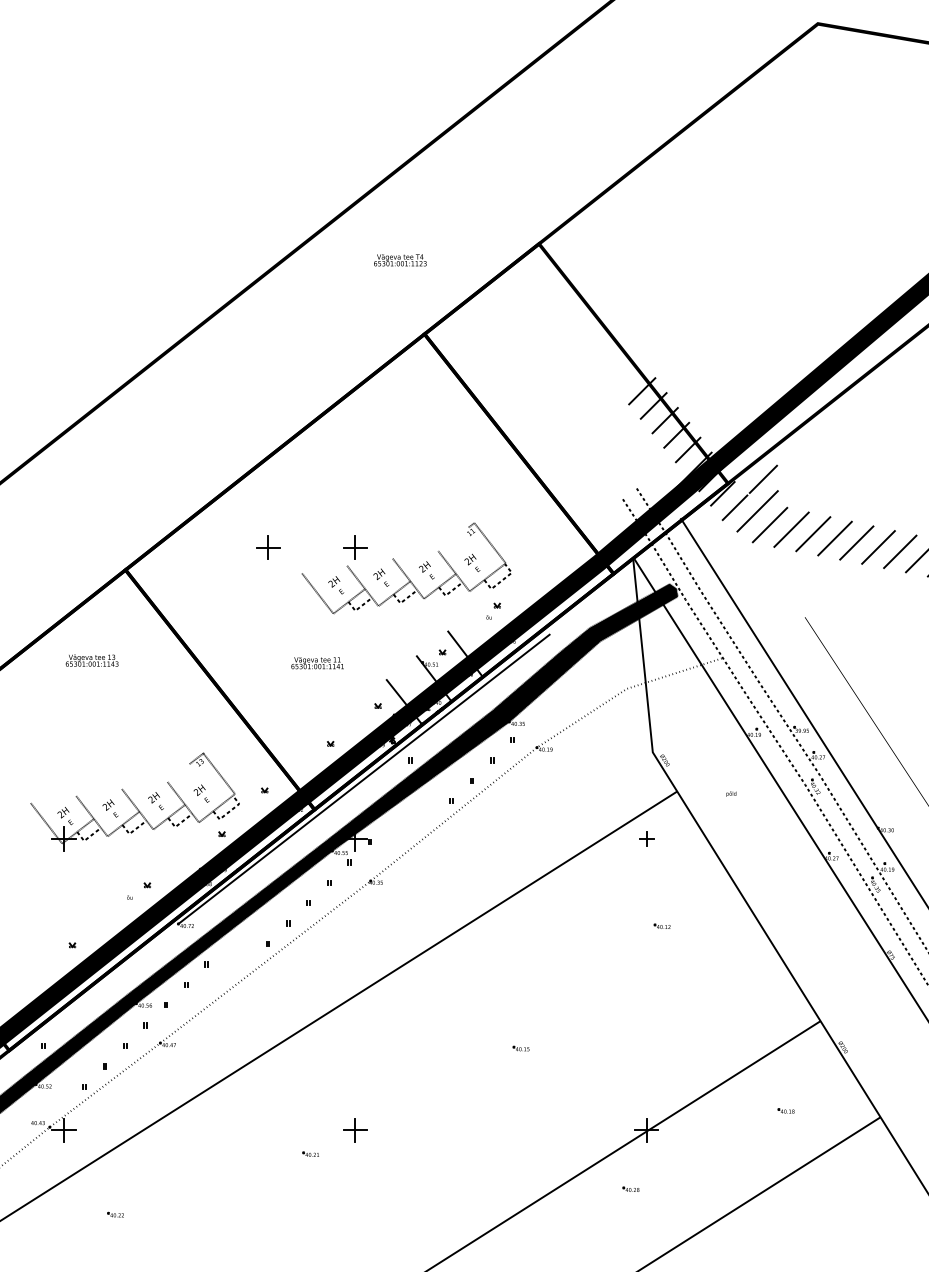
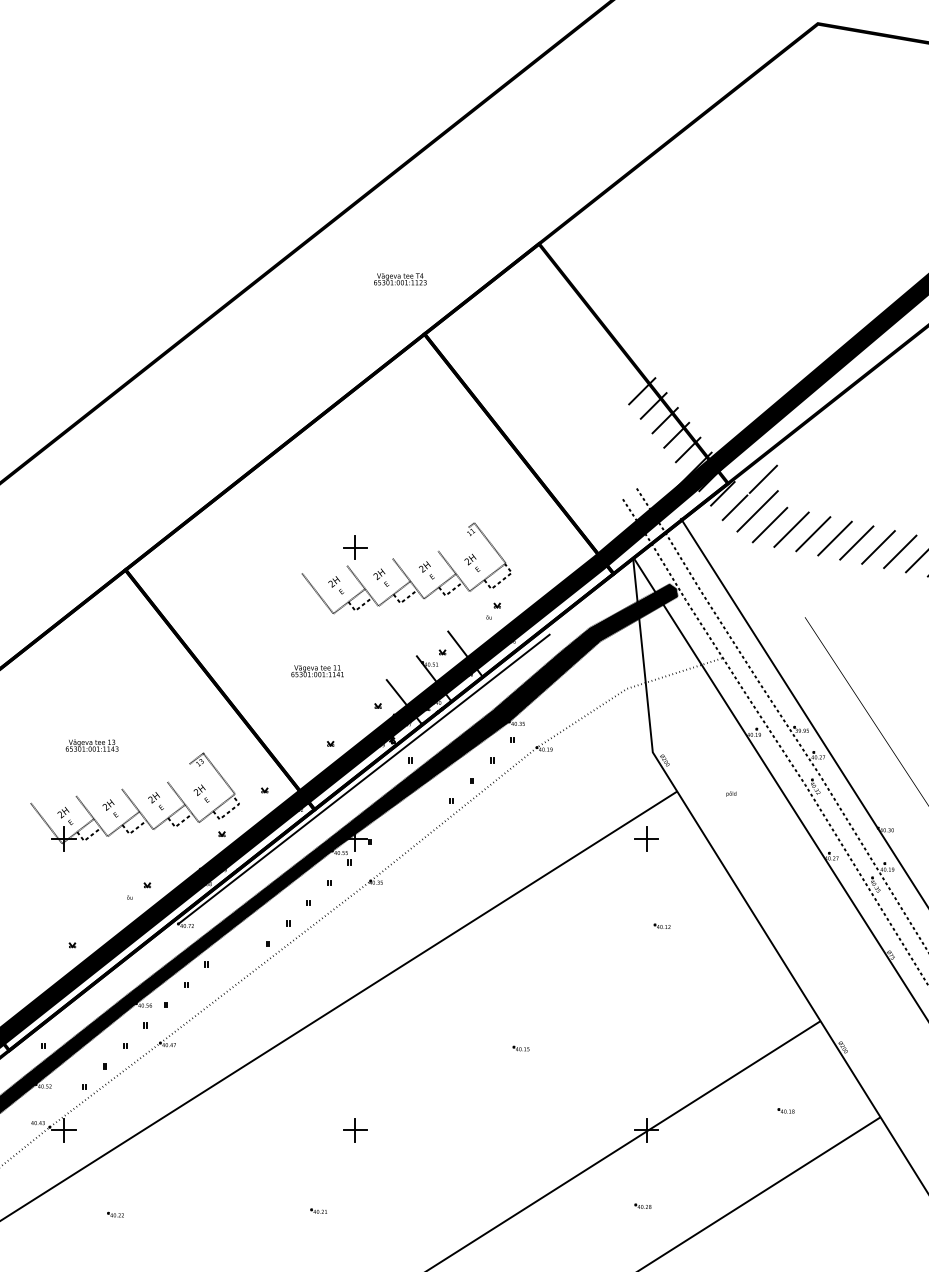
text at (400, 260) position: (400, 260) -> (400, 279)
part at (268, 547): present -> none
text at (91, 660) position: (91, 660) -> (91, 745)
text at (317, 663) position: (317, 663) -> (317, 671)
part at (646, 838) size: 16x16 px -> 25x26 px
part at (310, 1153) position: (310, 1153) -> (318, 1210)
part at (630, 1188) position: (630, 1188) -> (642, 1205)
